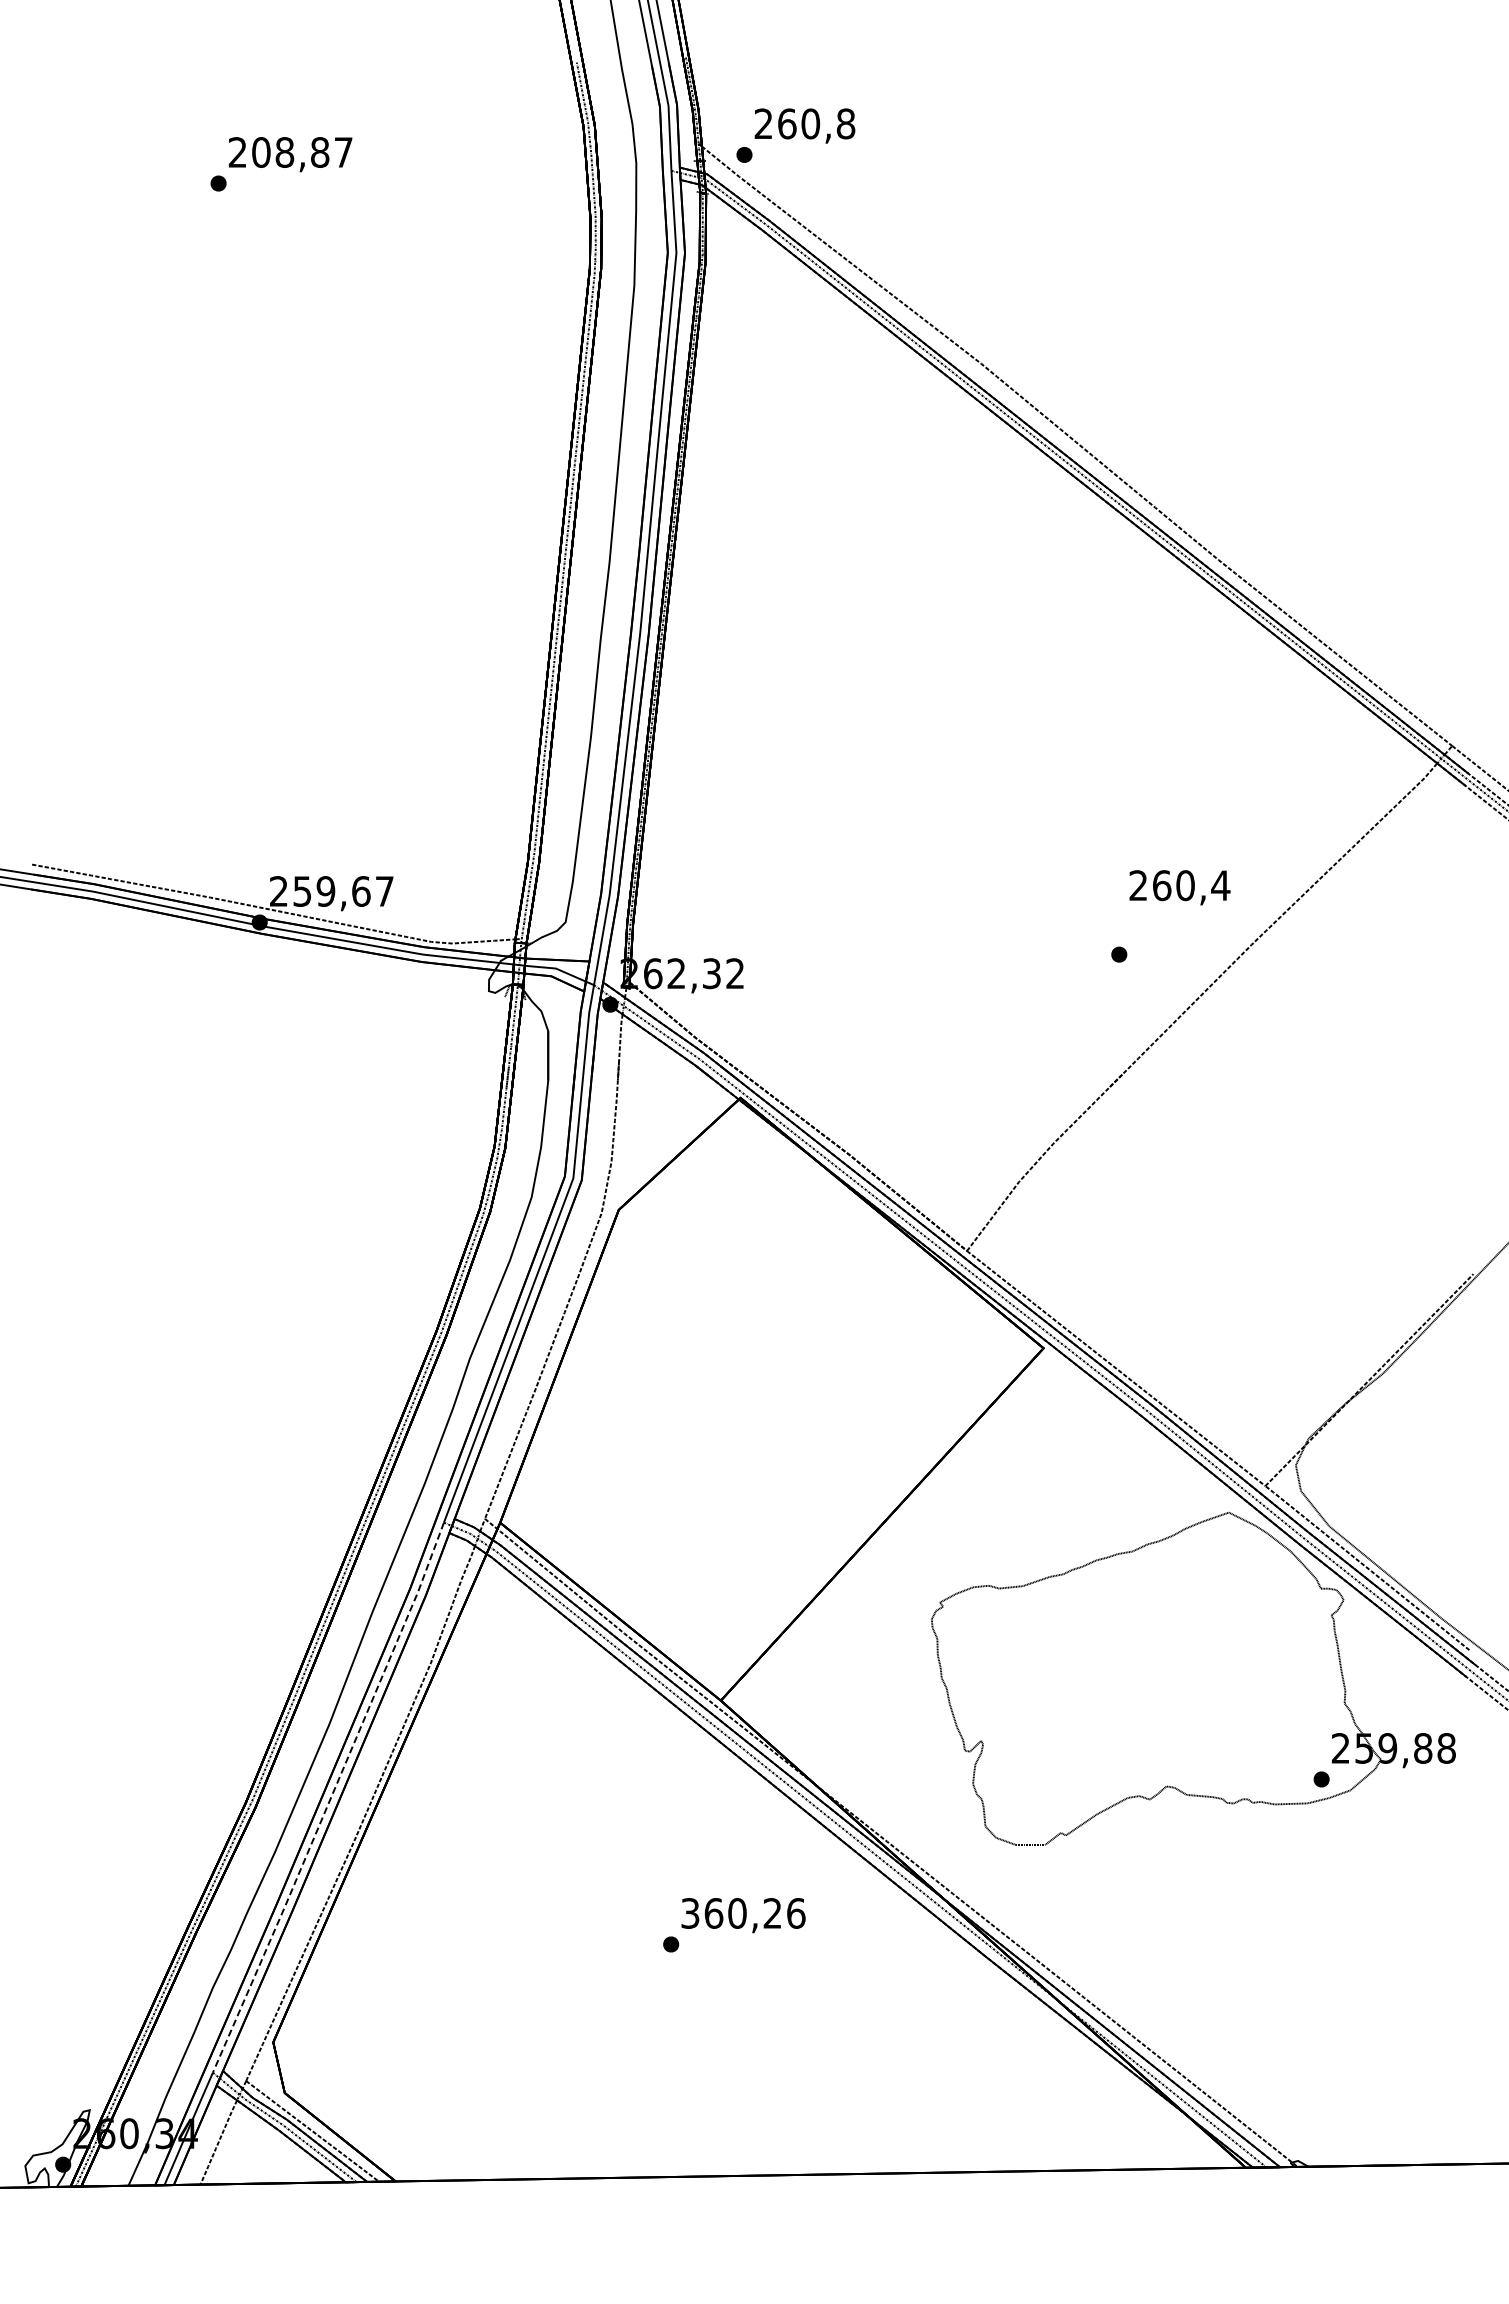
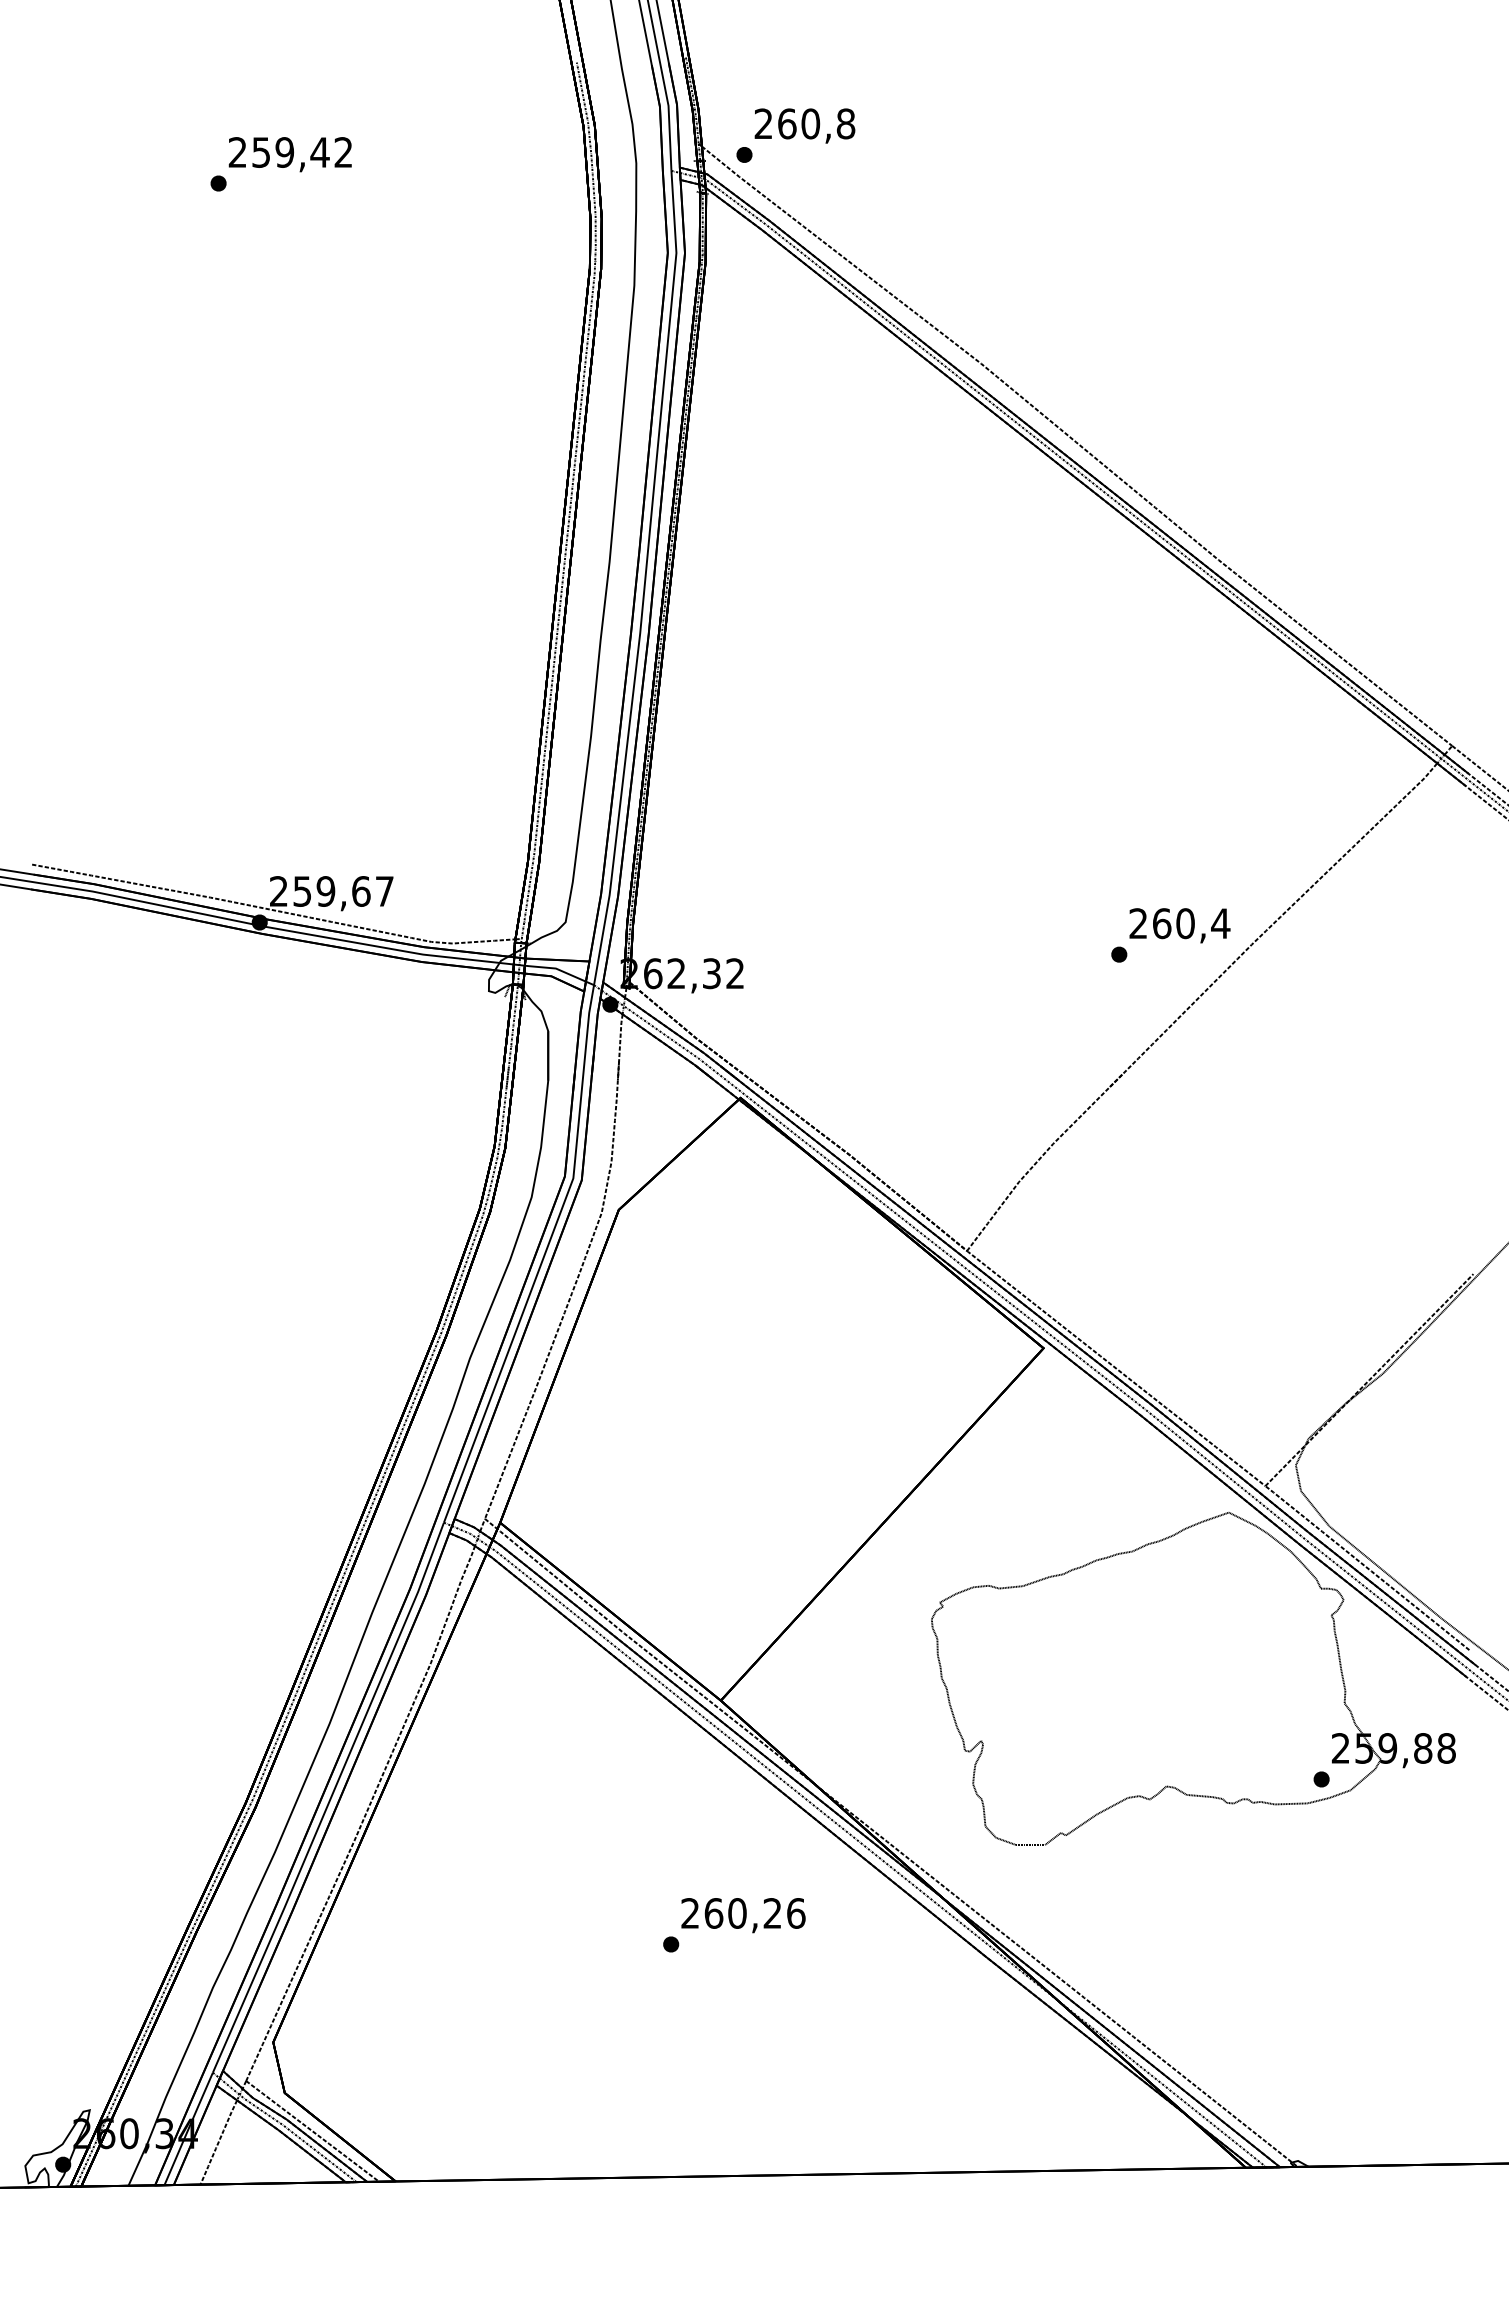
text at (302, 152): 208,87 -> 259,42
text at (1179, 887) position: (1179, 887) -> (1179, 925)
line at (330, 1798): dashed -> solid
text at (690, 1913): 360,26 -> 260,26
